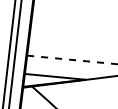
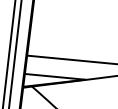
line at (72, 60): dashed -> solid
